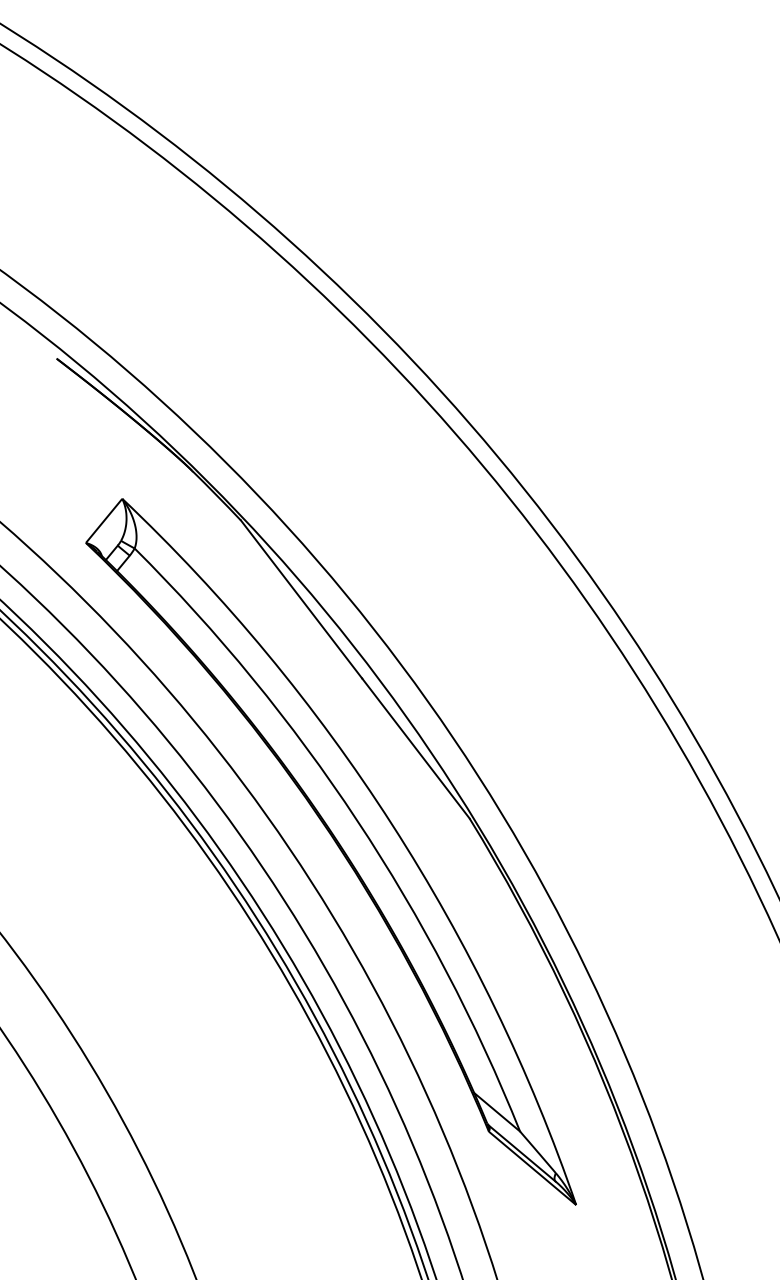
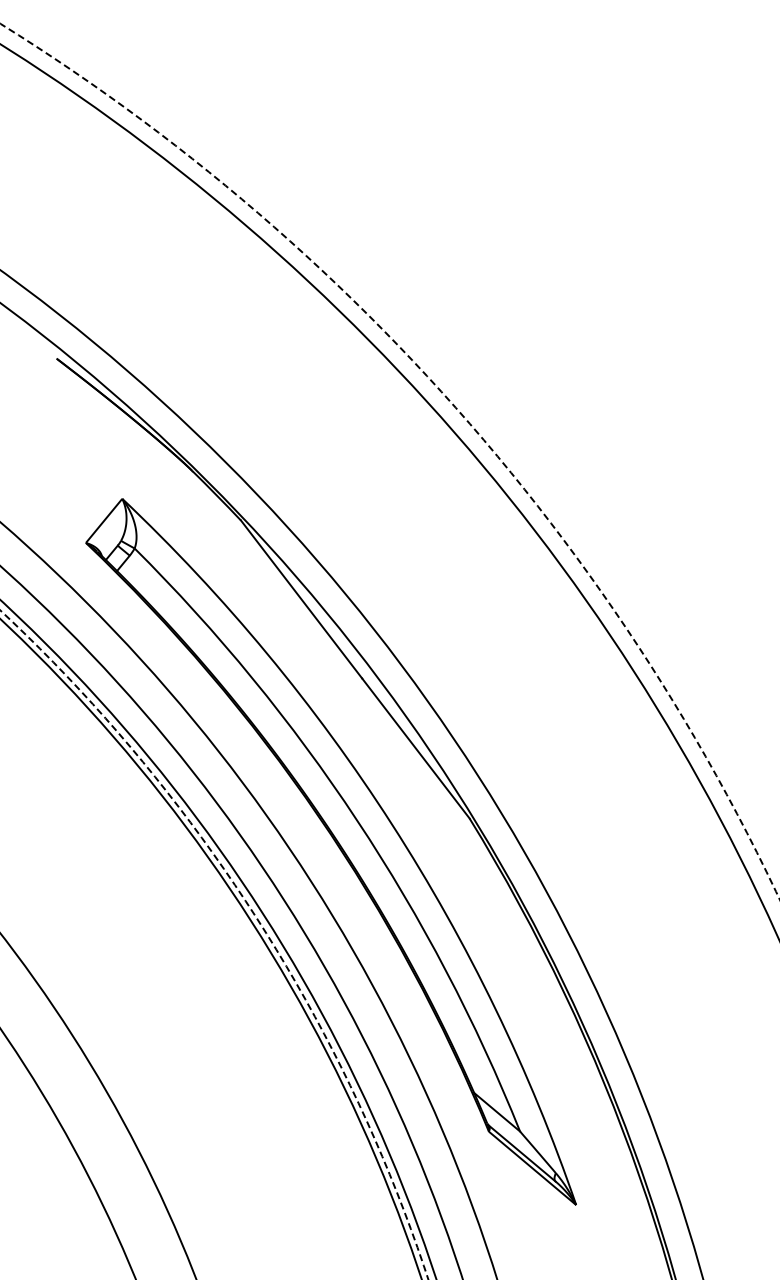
arc at (454, 405): solid -> dashed
circle at (214, 944): solid -> dashed
